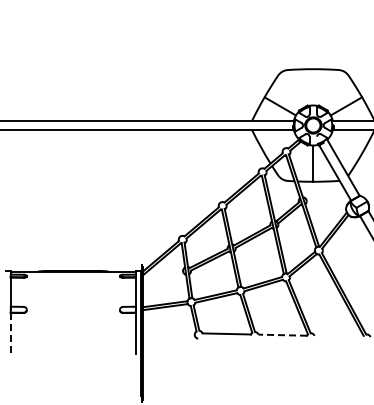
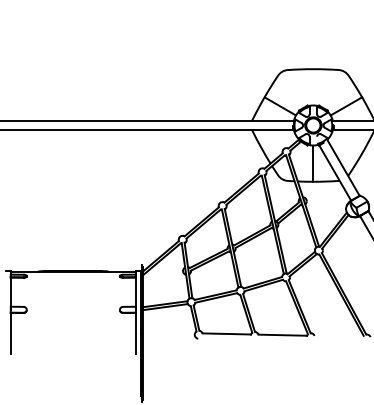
line at (10, 333): dashed -> solid
line at (282, 335): dashed -> solid
